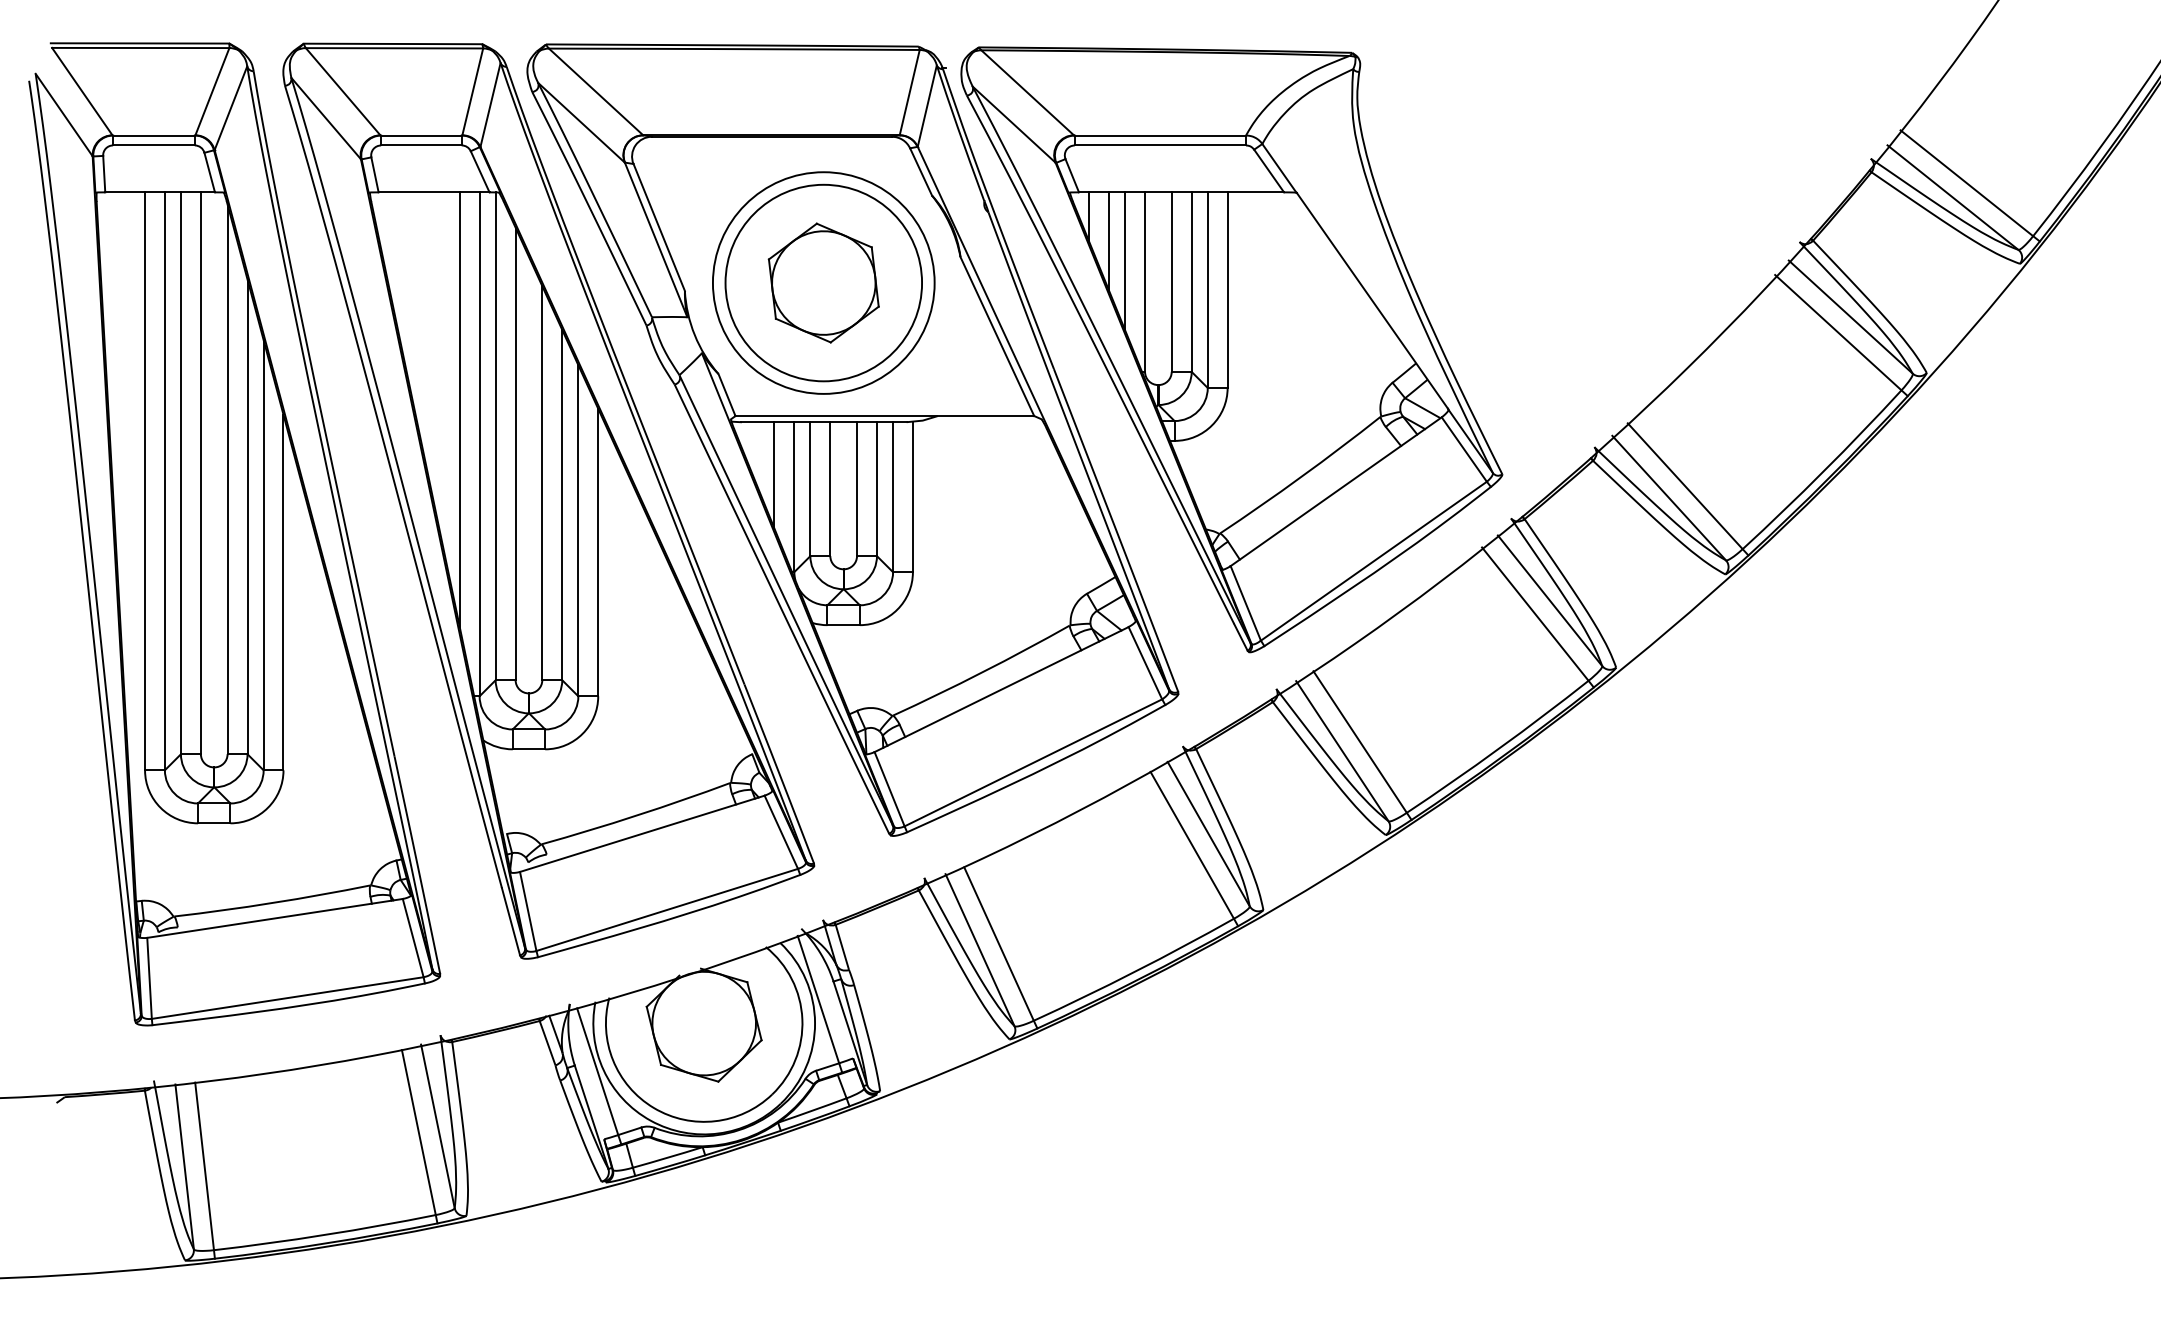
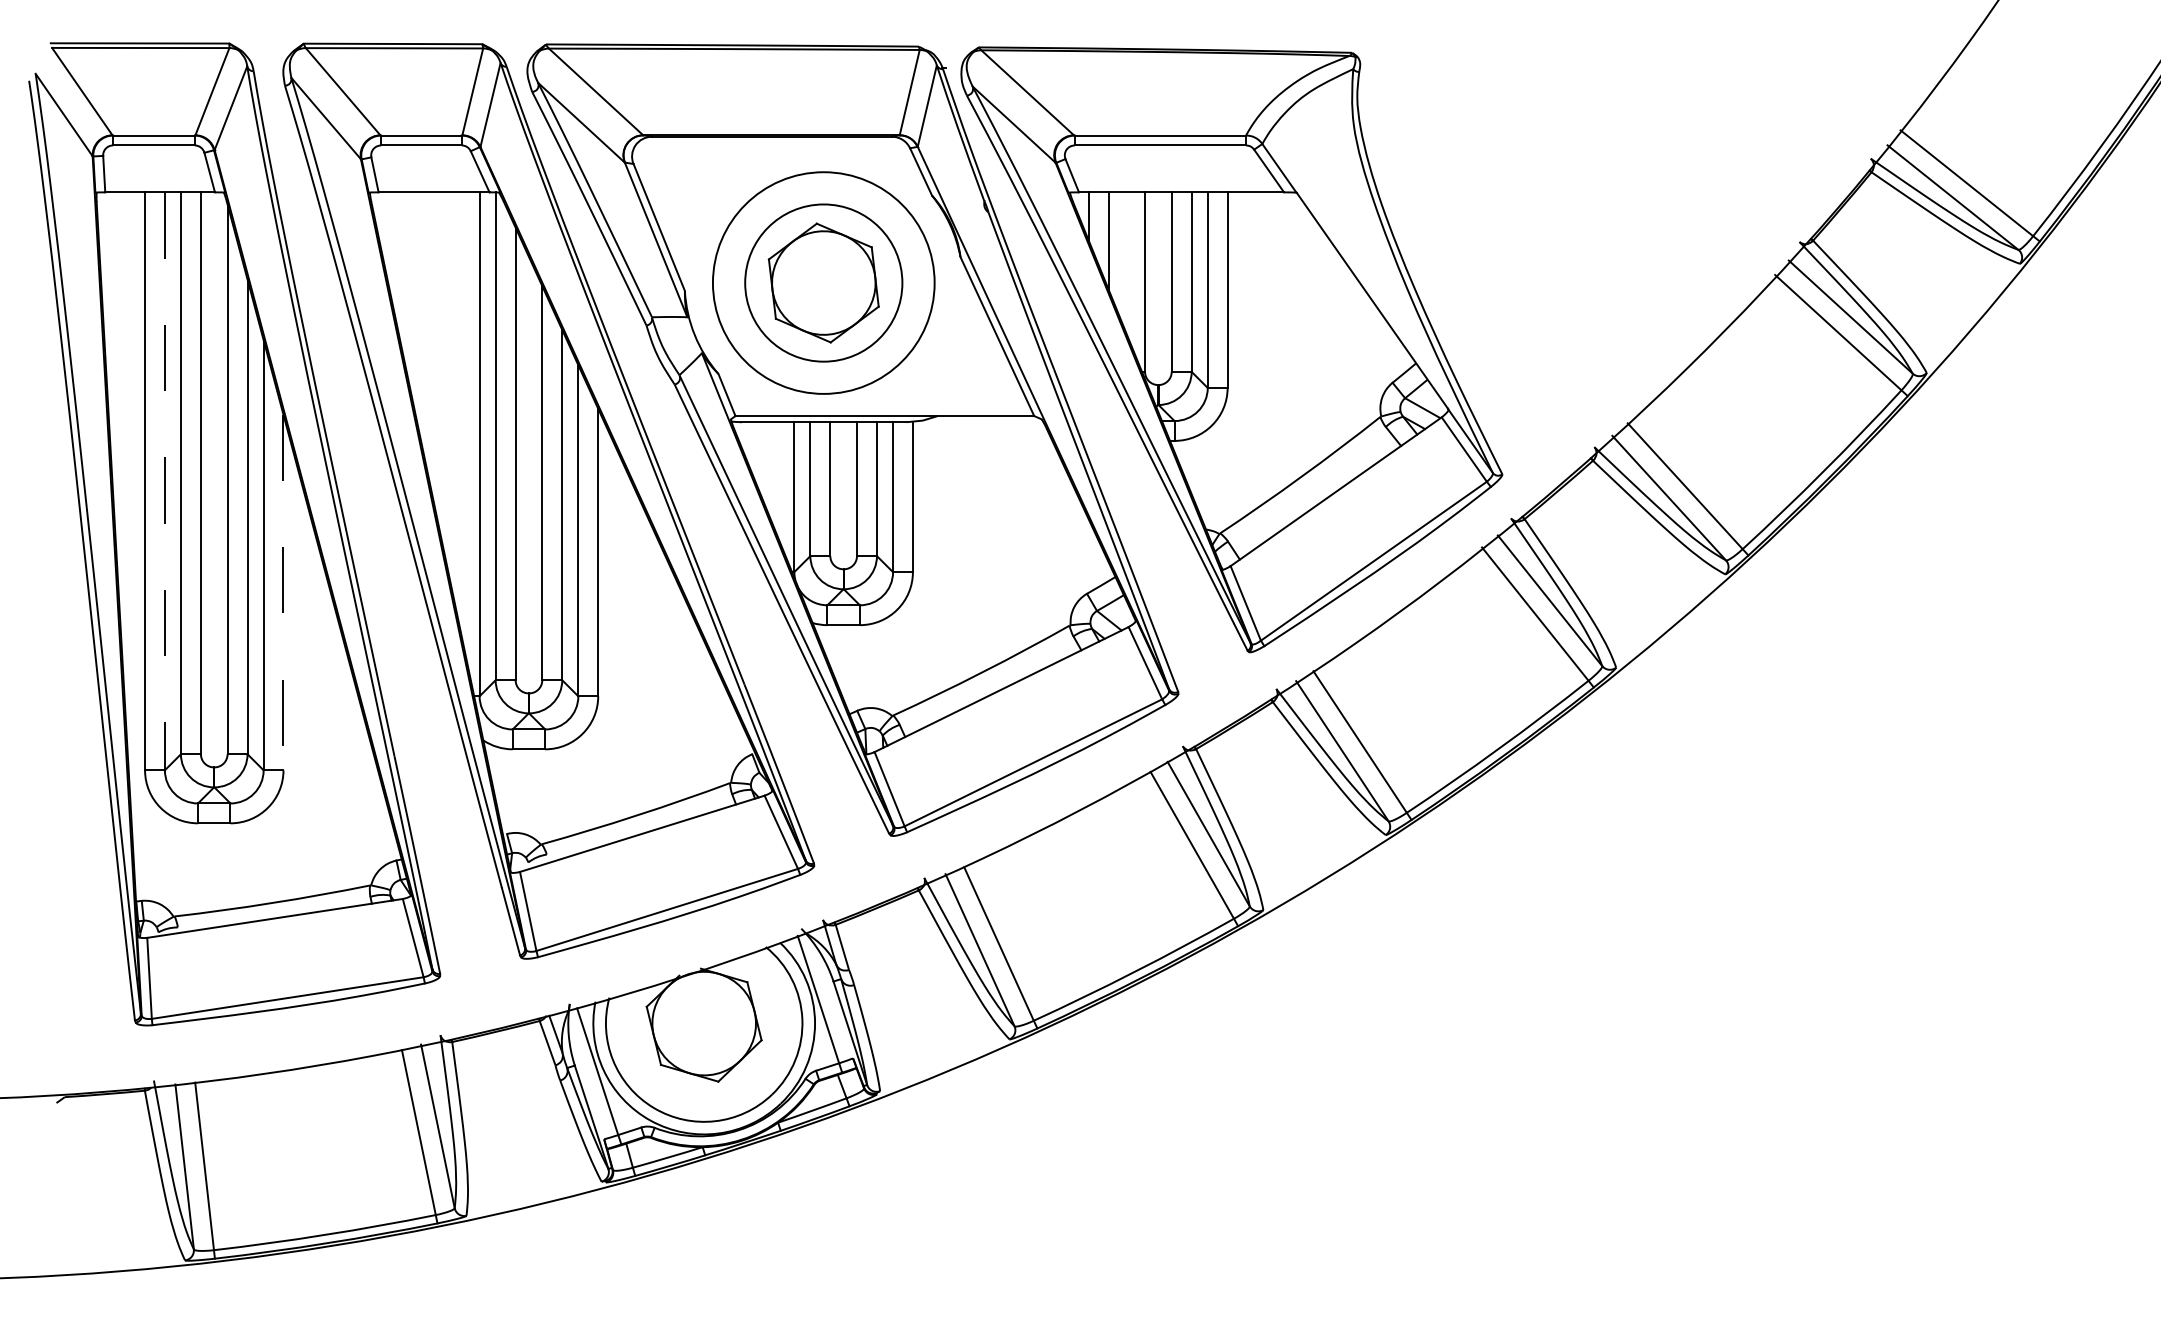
line at (1125, 261): present -> none
circle at (823, 282) diameter: 197 px -> 157 px
line at (459, 409): present -> none
line at (774, 475): present -> none
line at (164, 481): solid -> dashed
line at (283, 592): solid -> dashed
